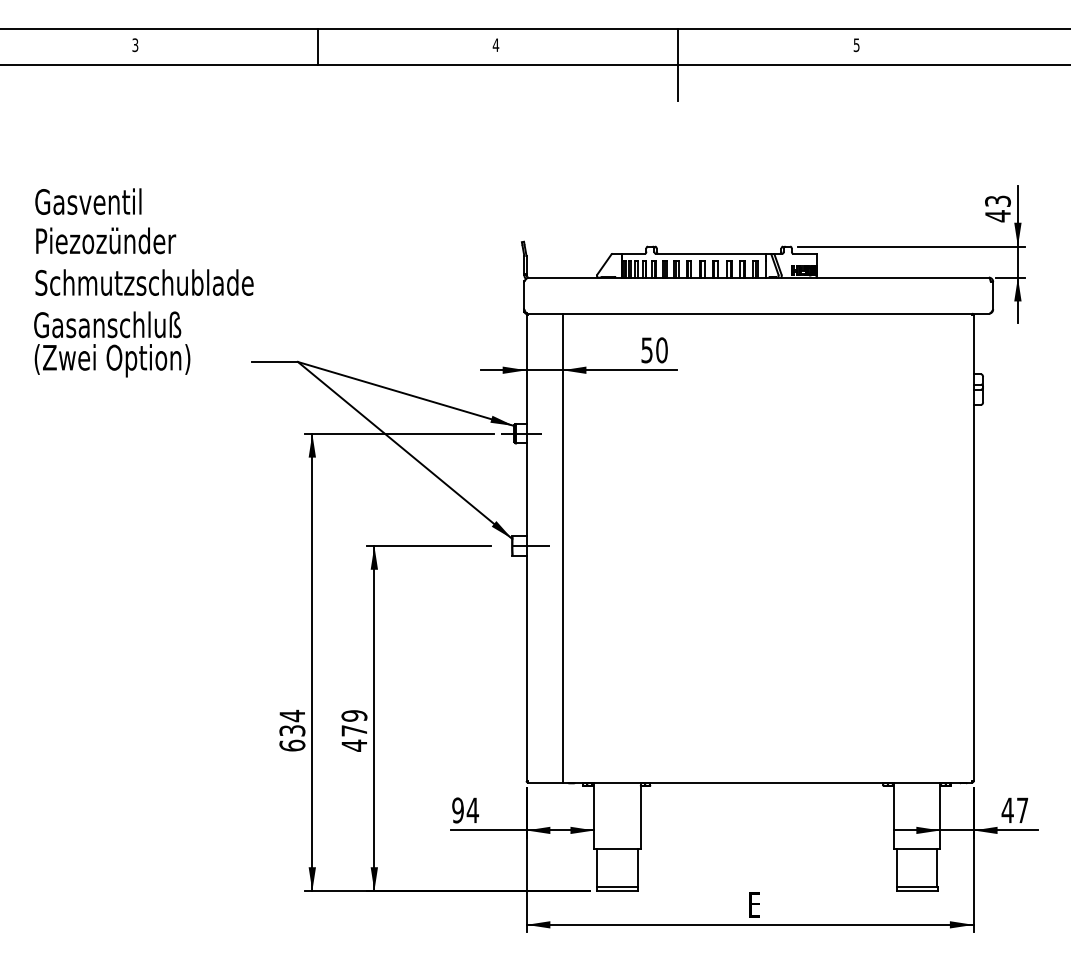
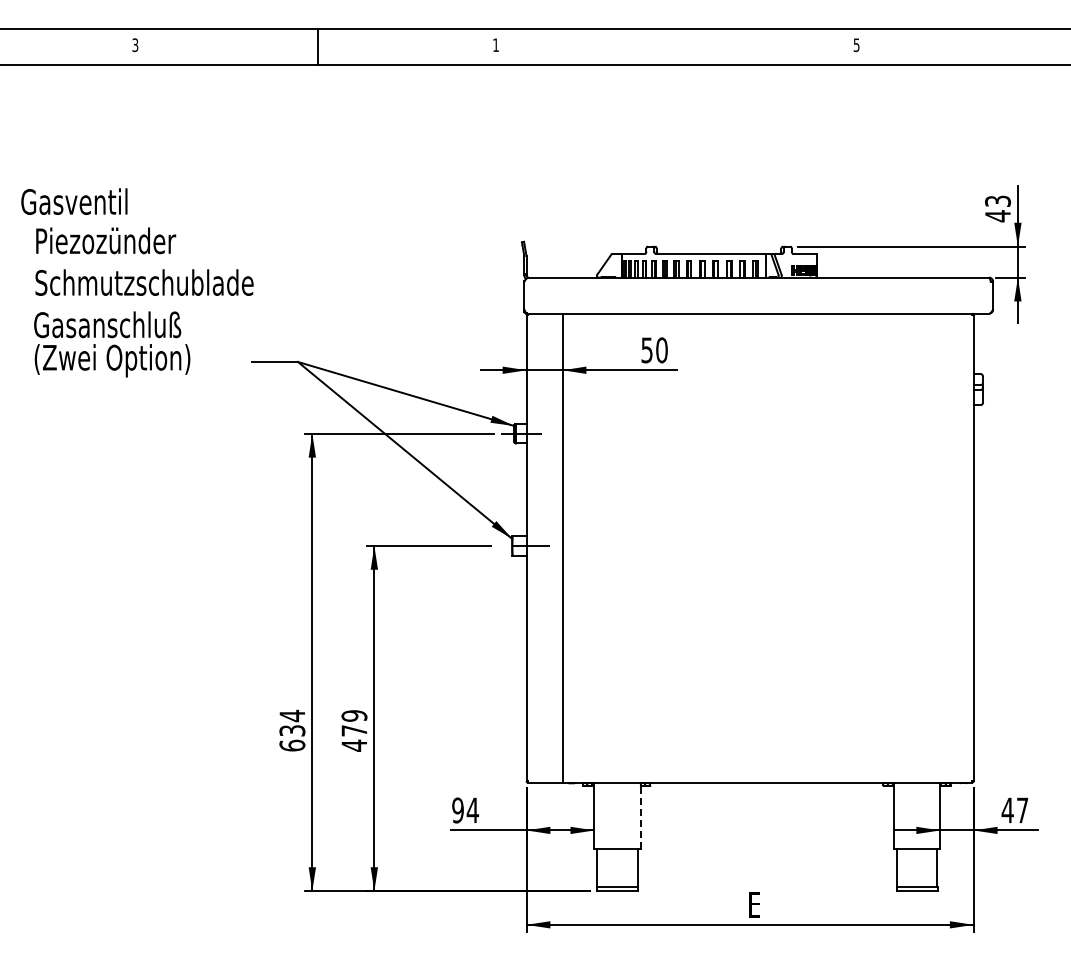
text at (495, 44): 4 -> 1
line at (678, 64): present -> none
text at (88, 201) position: (88, 201) -> (74, 201)
line at (640, 815): solid -> dashed
